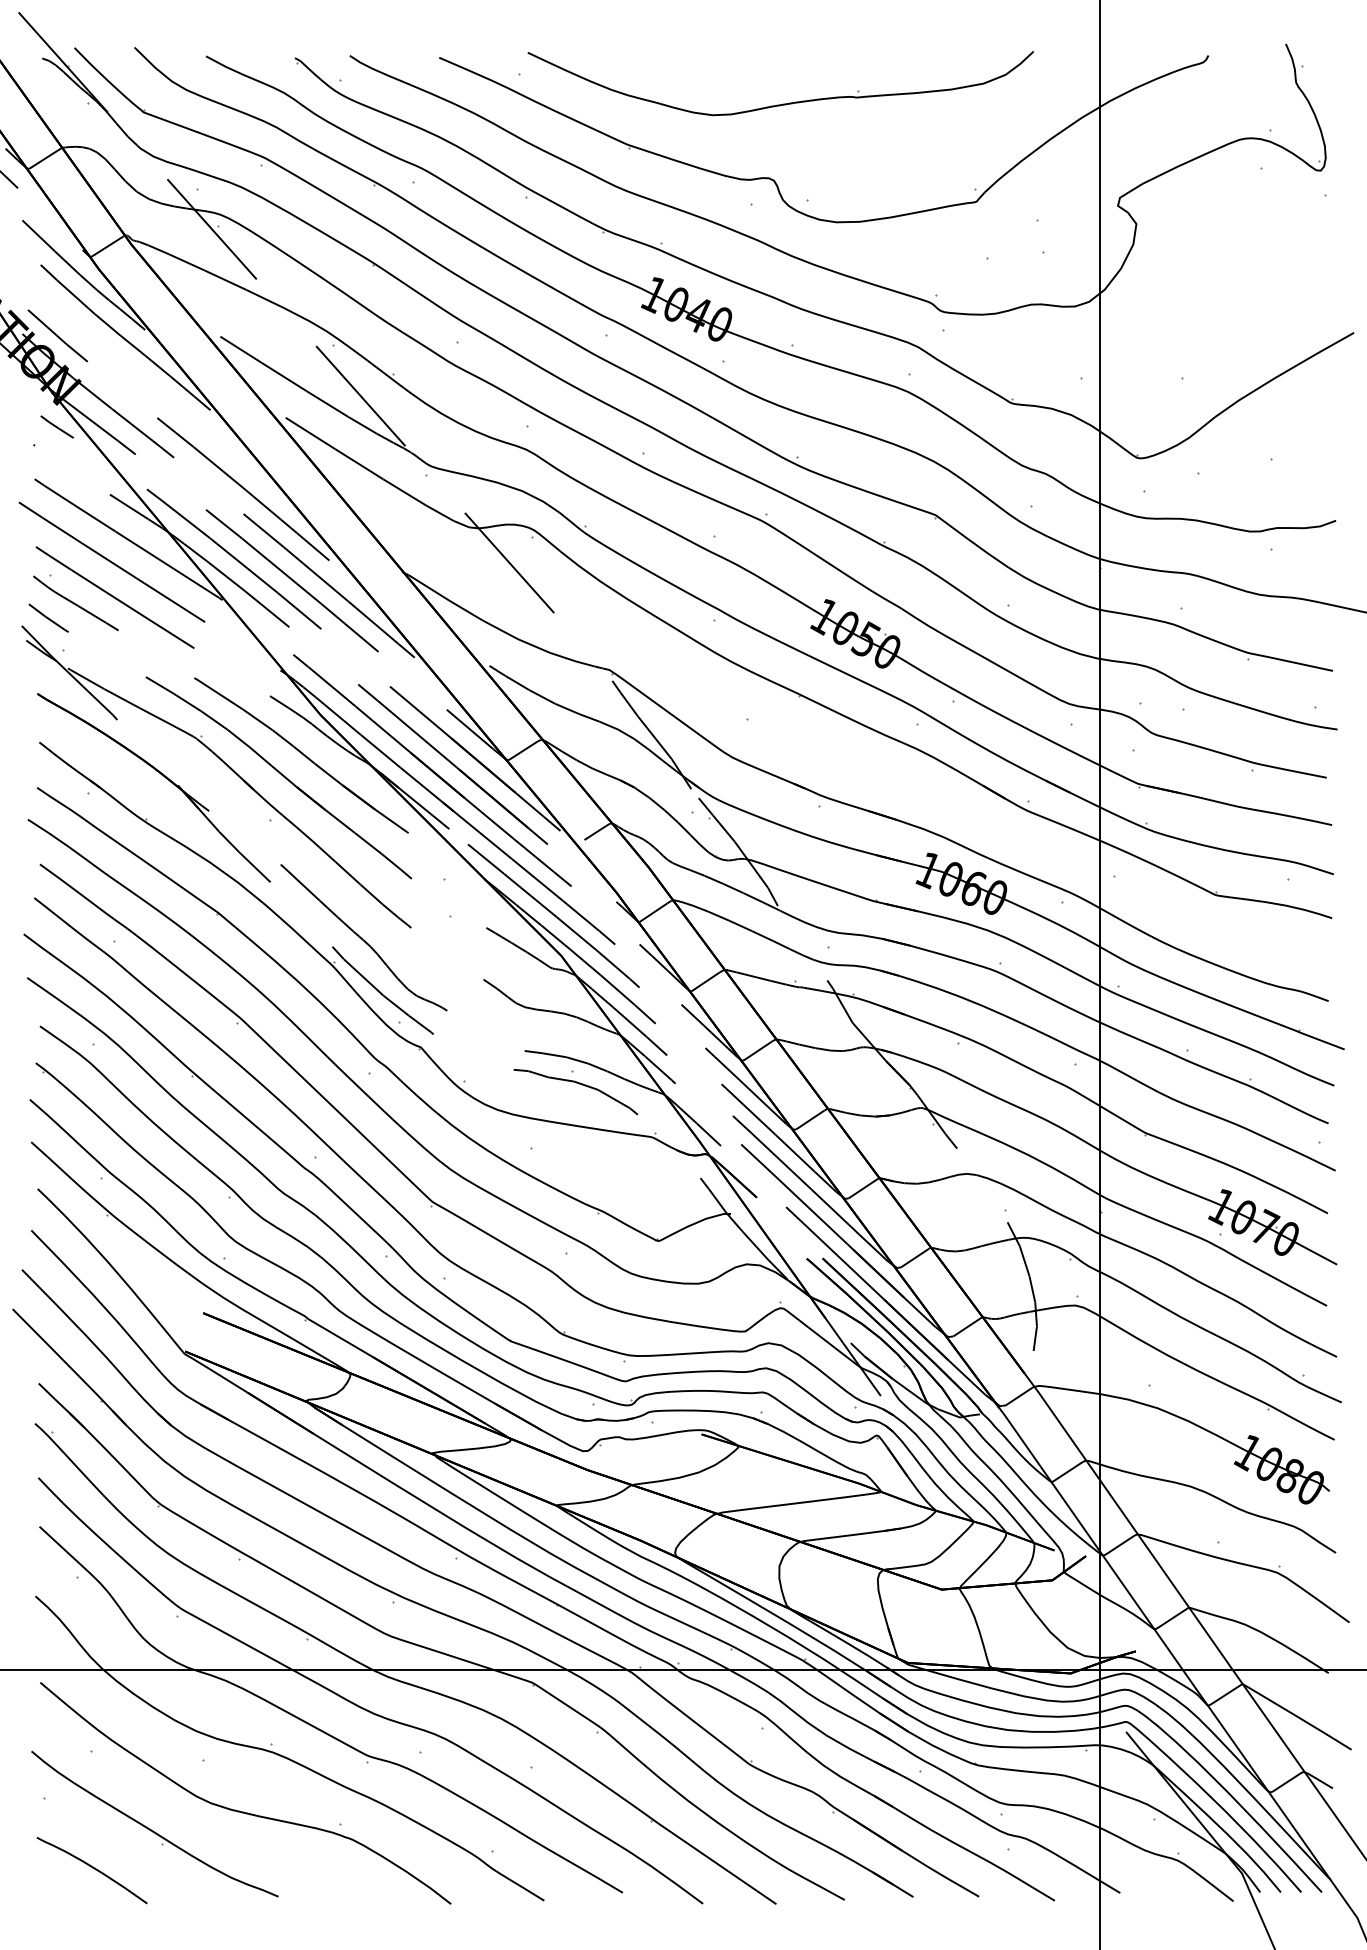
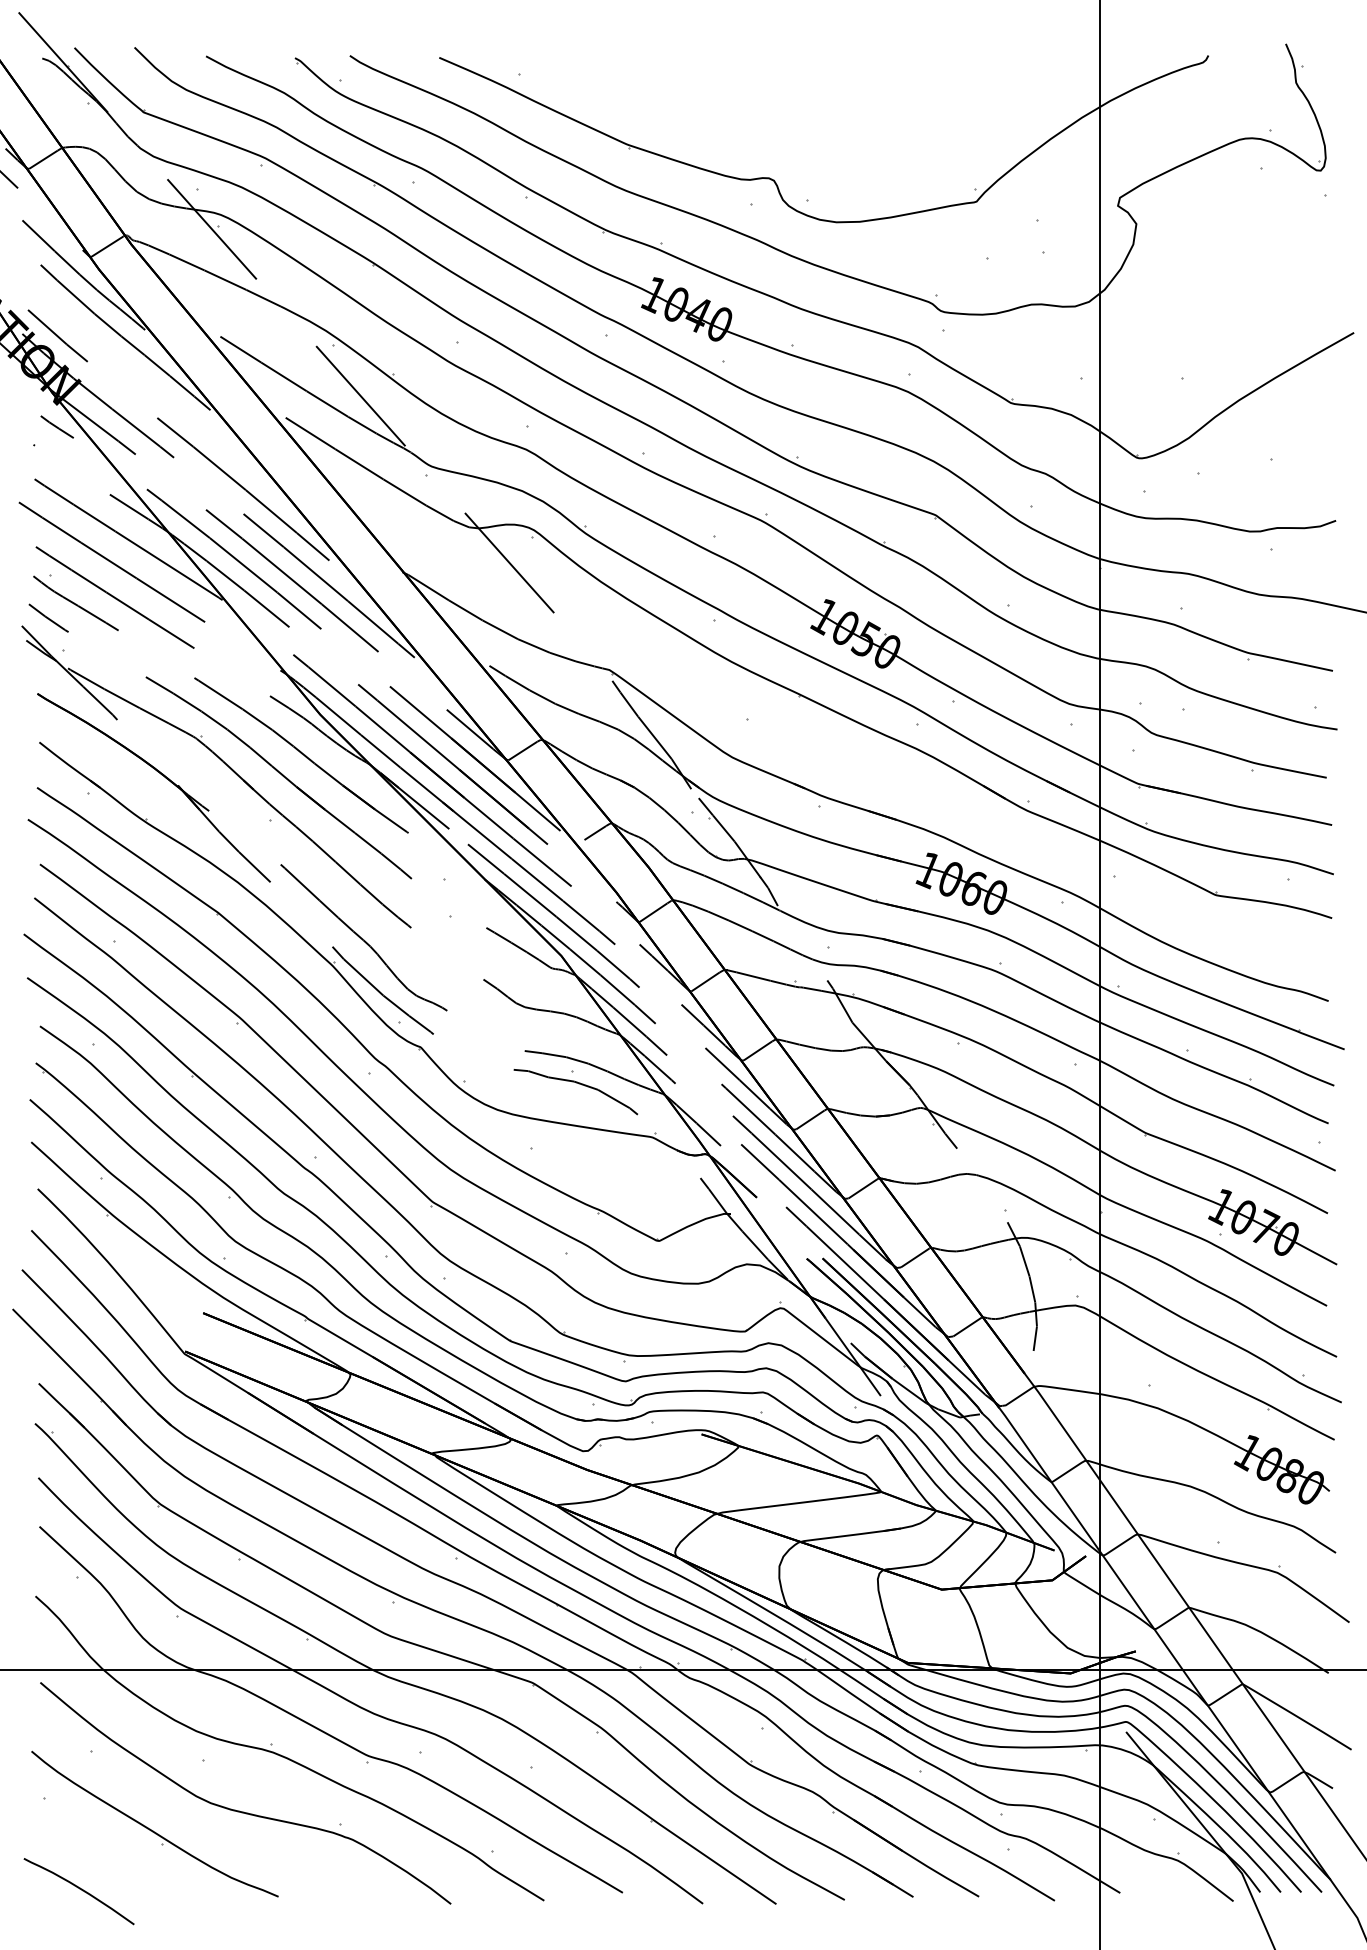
part at (783, 103): present -> none
curve at (92, 1868) position: (92, 1868) -> (79, 1889)
